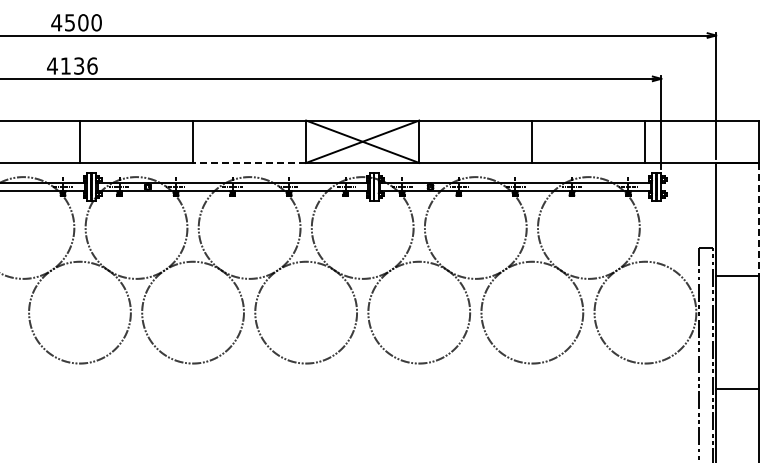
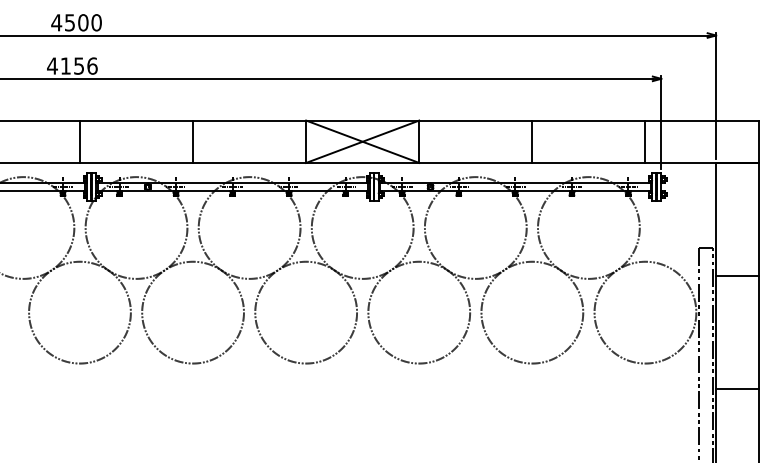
text at (79, 65): 4136 -> 4156
line at (249, 162): dashed -> solid
line at (758, 219): dashed -> solid
